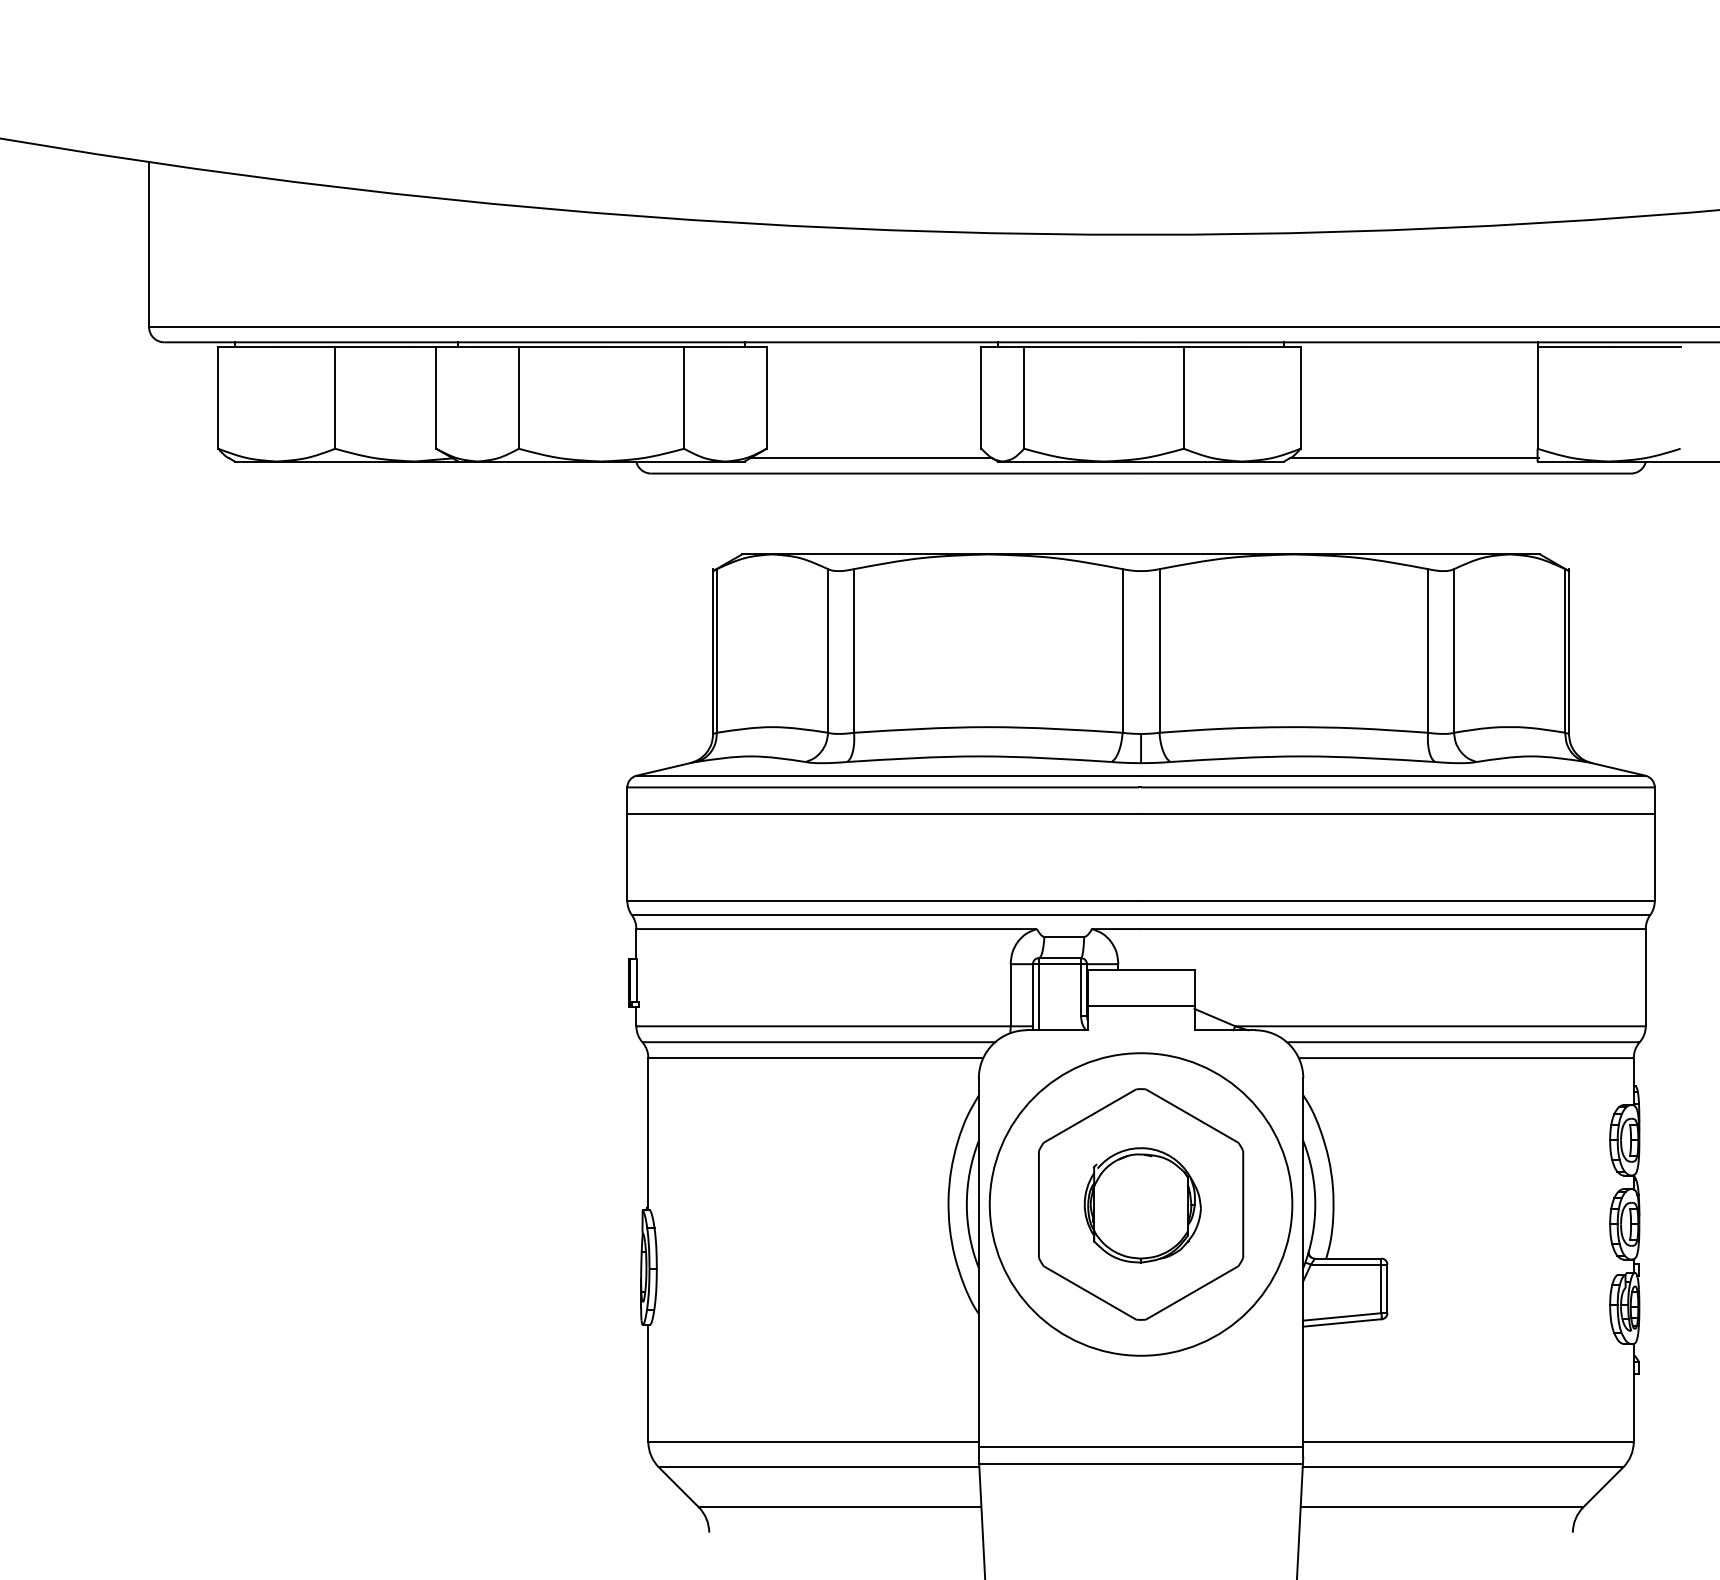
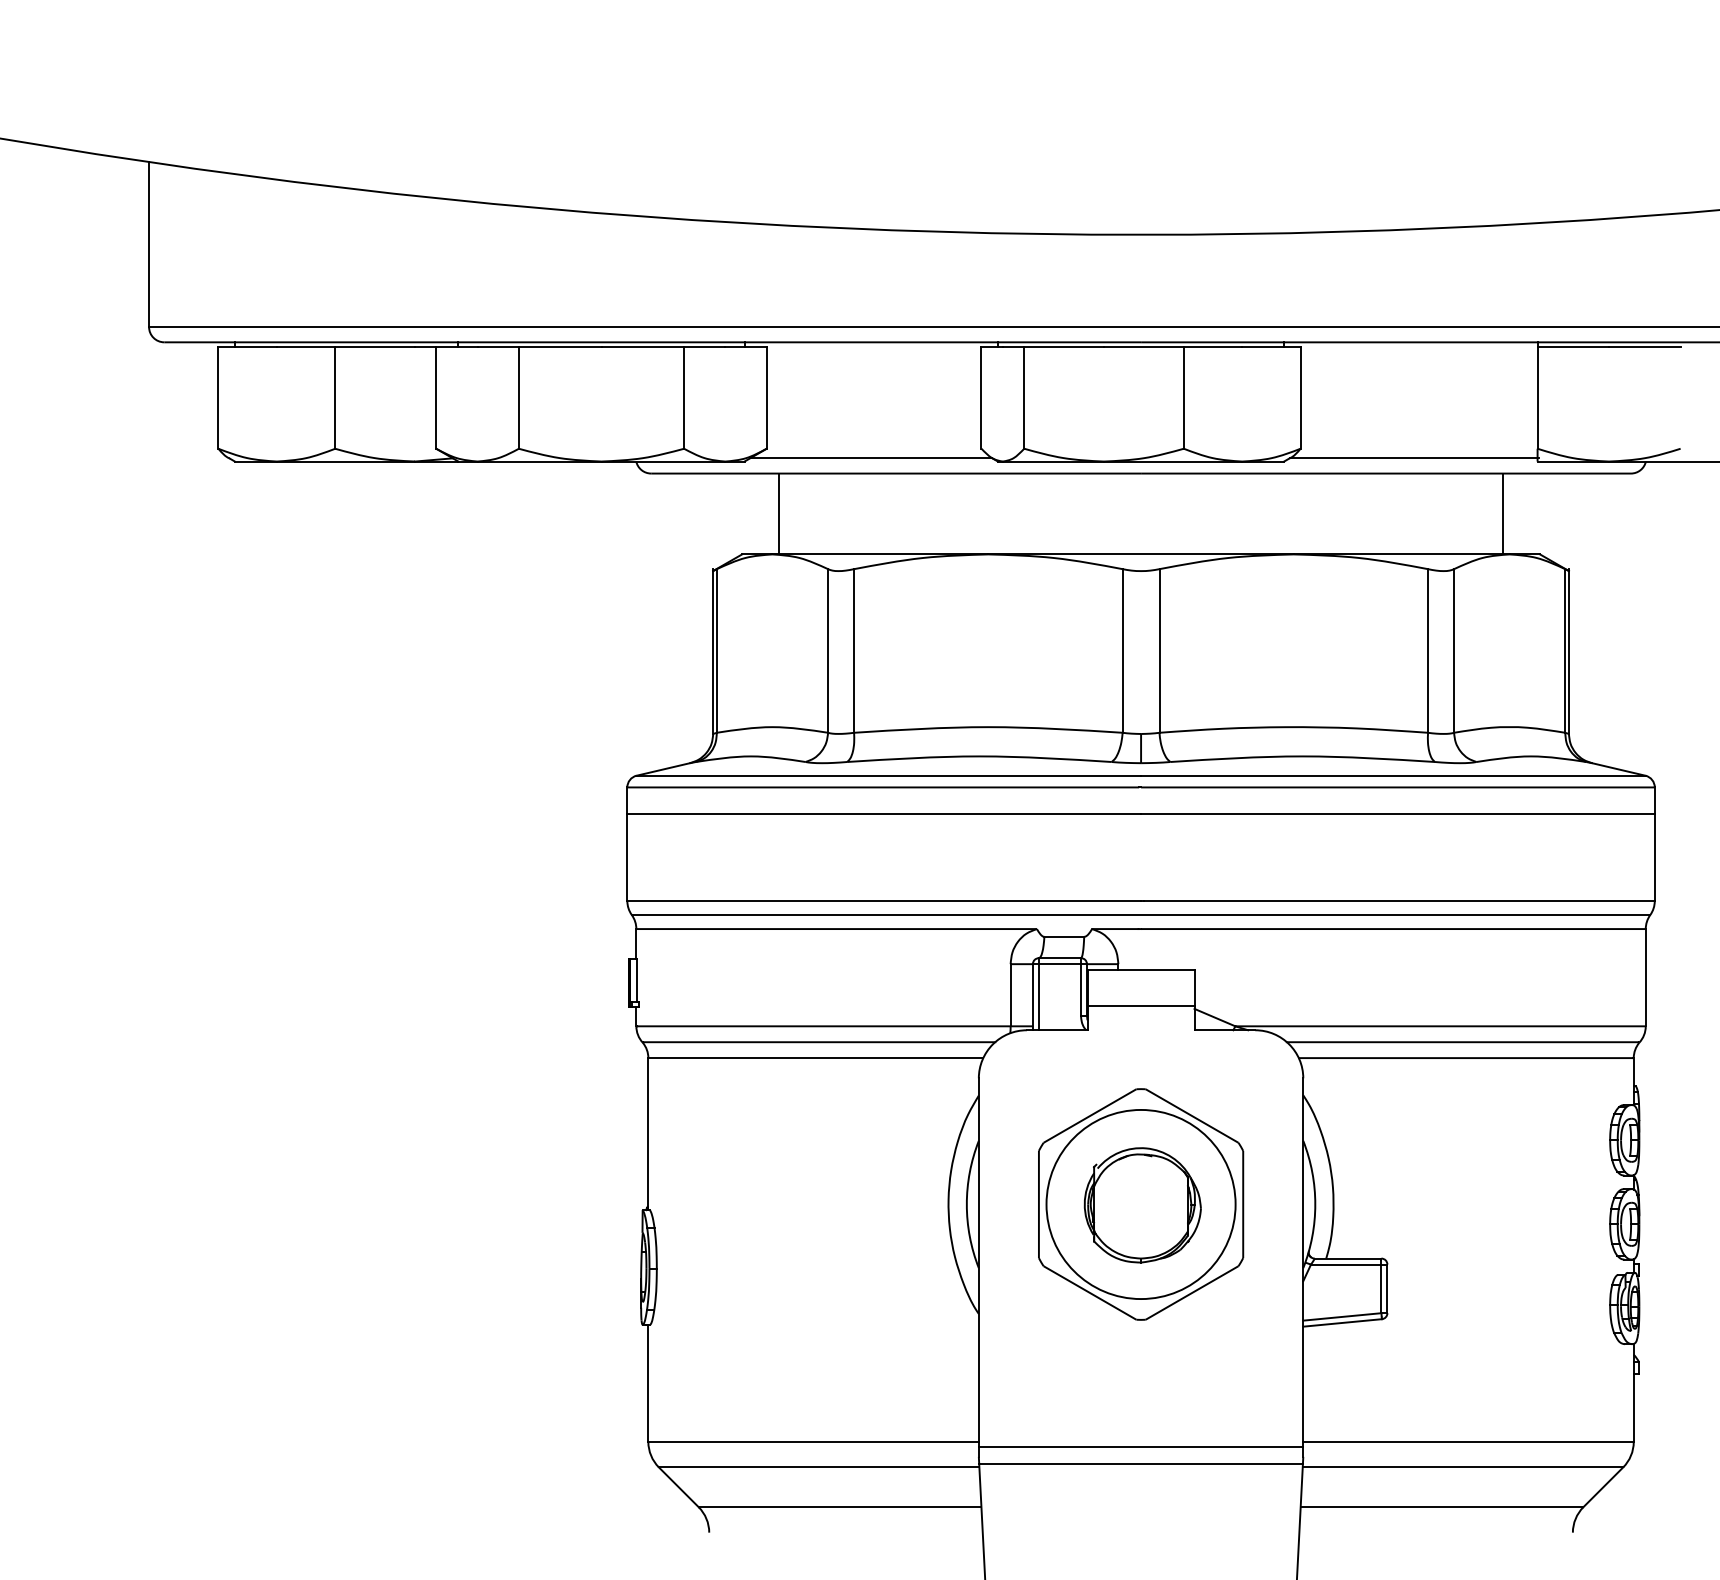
line at (778, 513): none -> present
line at (1503, 513): none -> present
circle at (1140, 1204) diameter: 303 px -> 189 px
